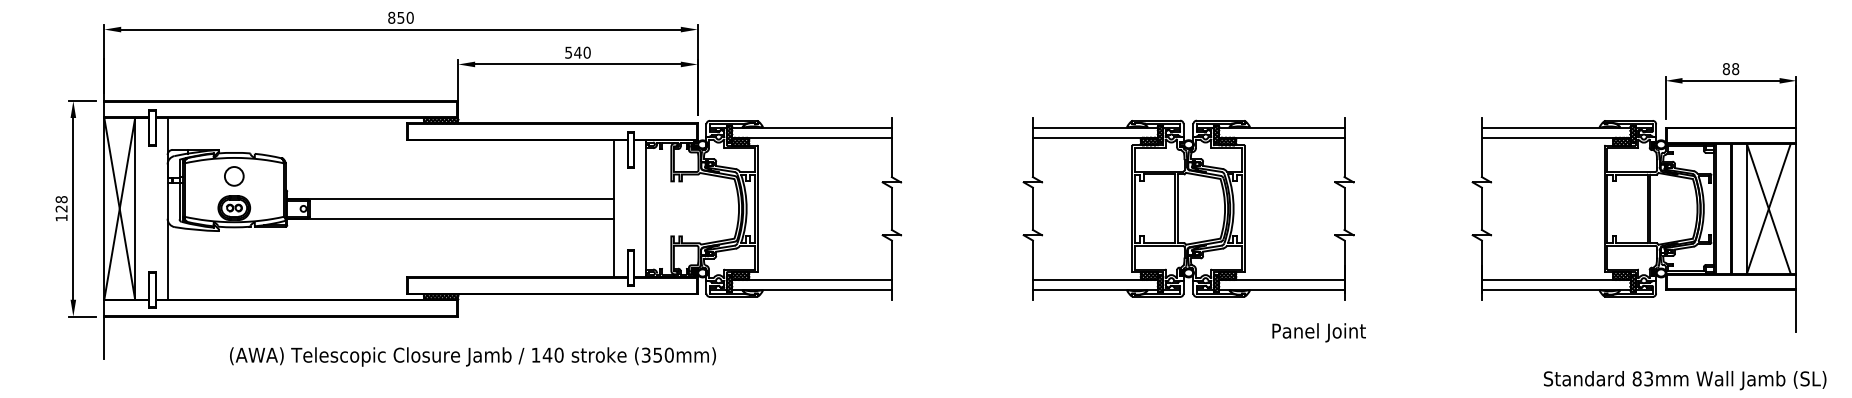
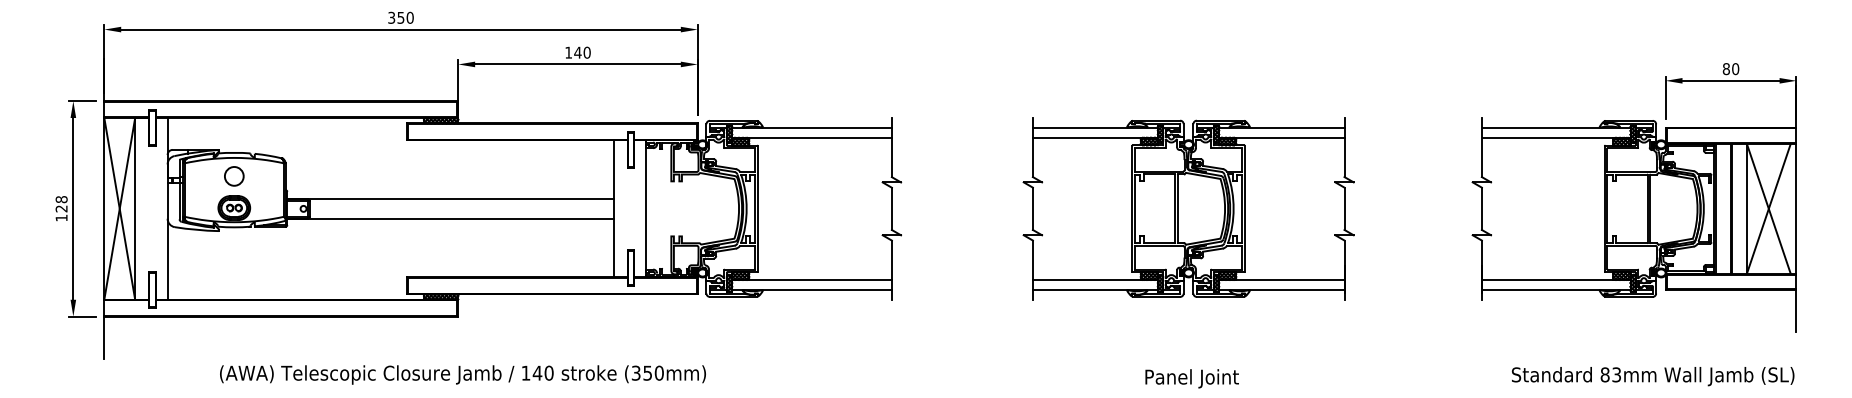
text at (391, 17): 850 -> 350
text at (568, 52): 540 -> 140
text at (1735, 68): 88 -> 80
text at (1318, 332) position: (1318, 332) -> (1191, 378)
text at (472, 356) position: (472, 356) -> (462, 374)
text at (1685, 380) position: (1685, 380) -> (1653, 376)
